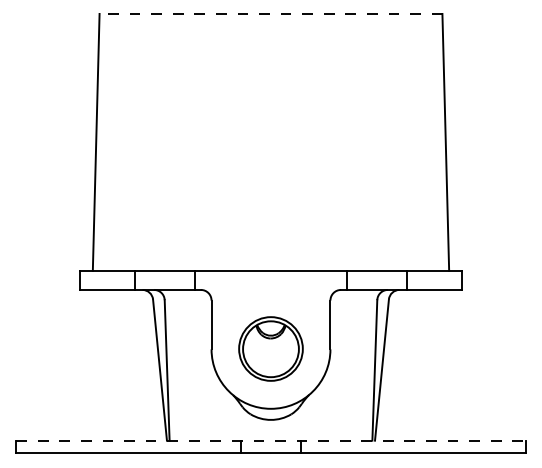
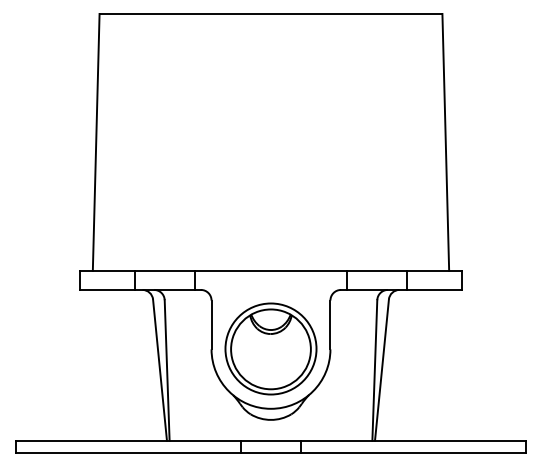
line at (270, 13): dashed -> solid
part at (270, 348) size: 66x66 px -> 94x94 px
line at (271, 440): dashed -> solid
